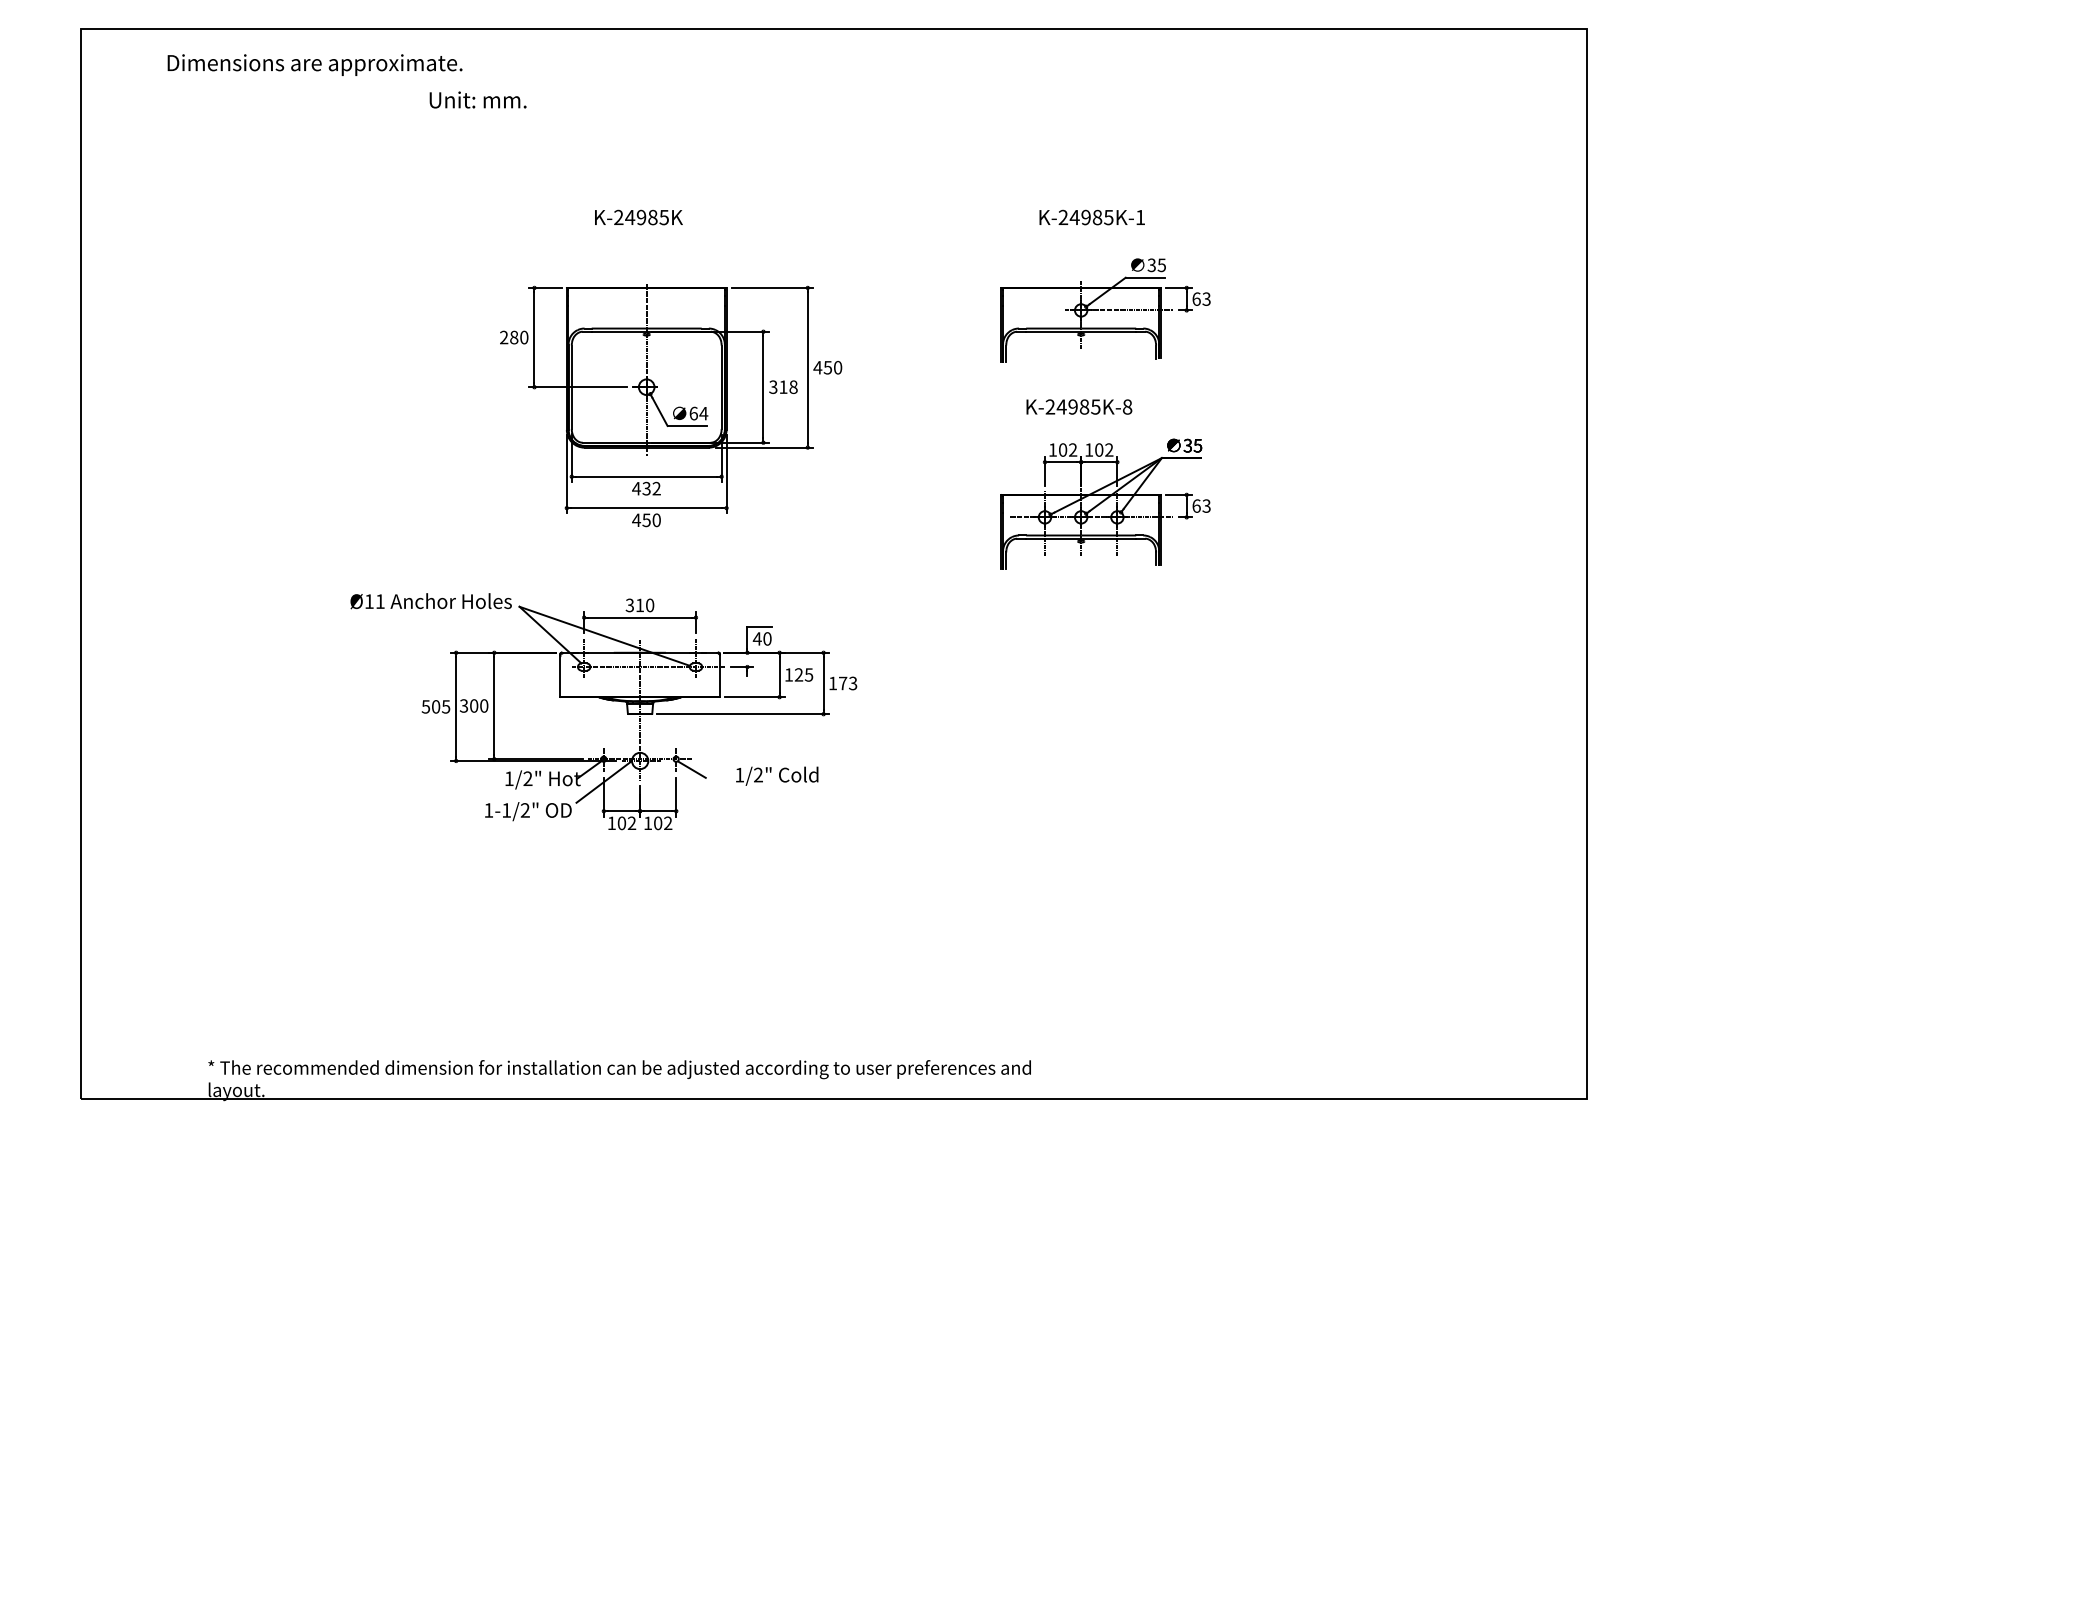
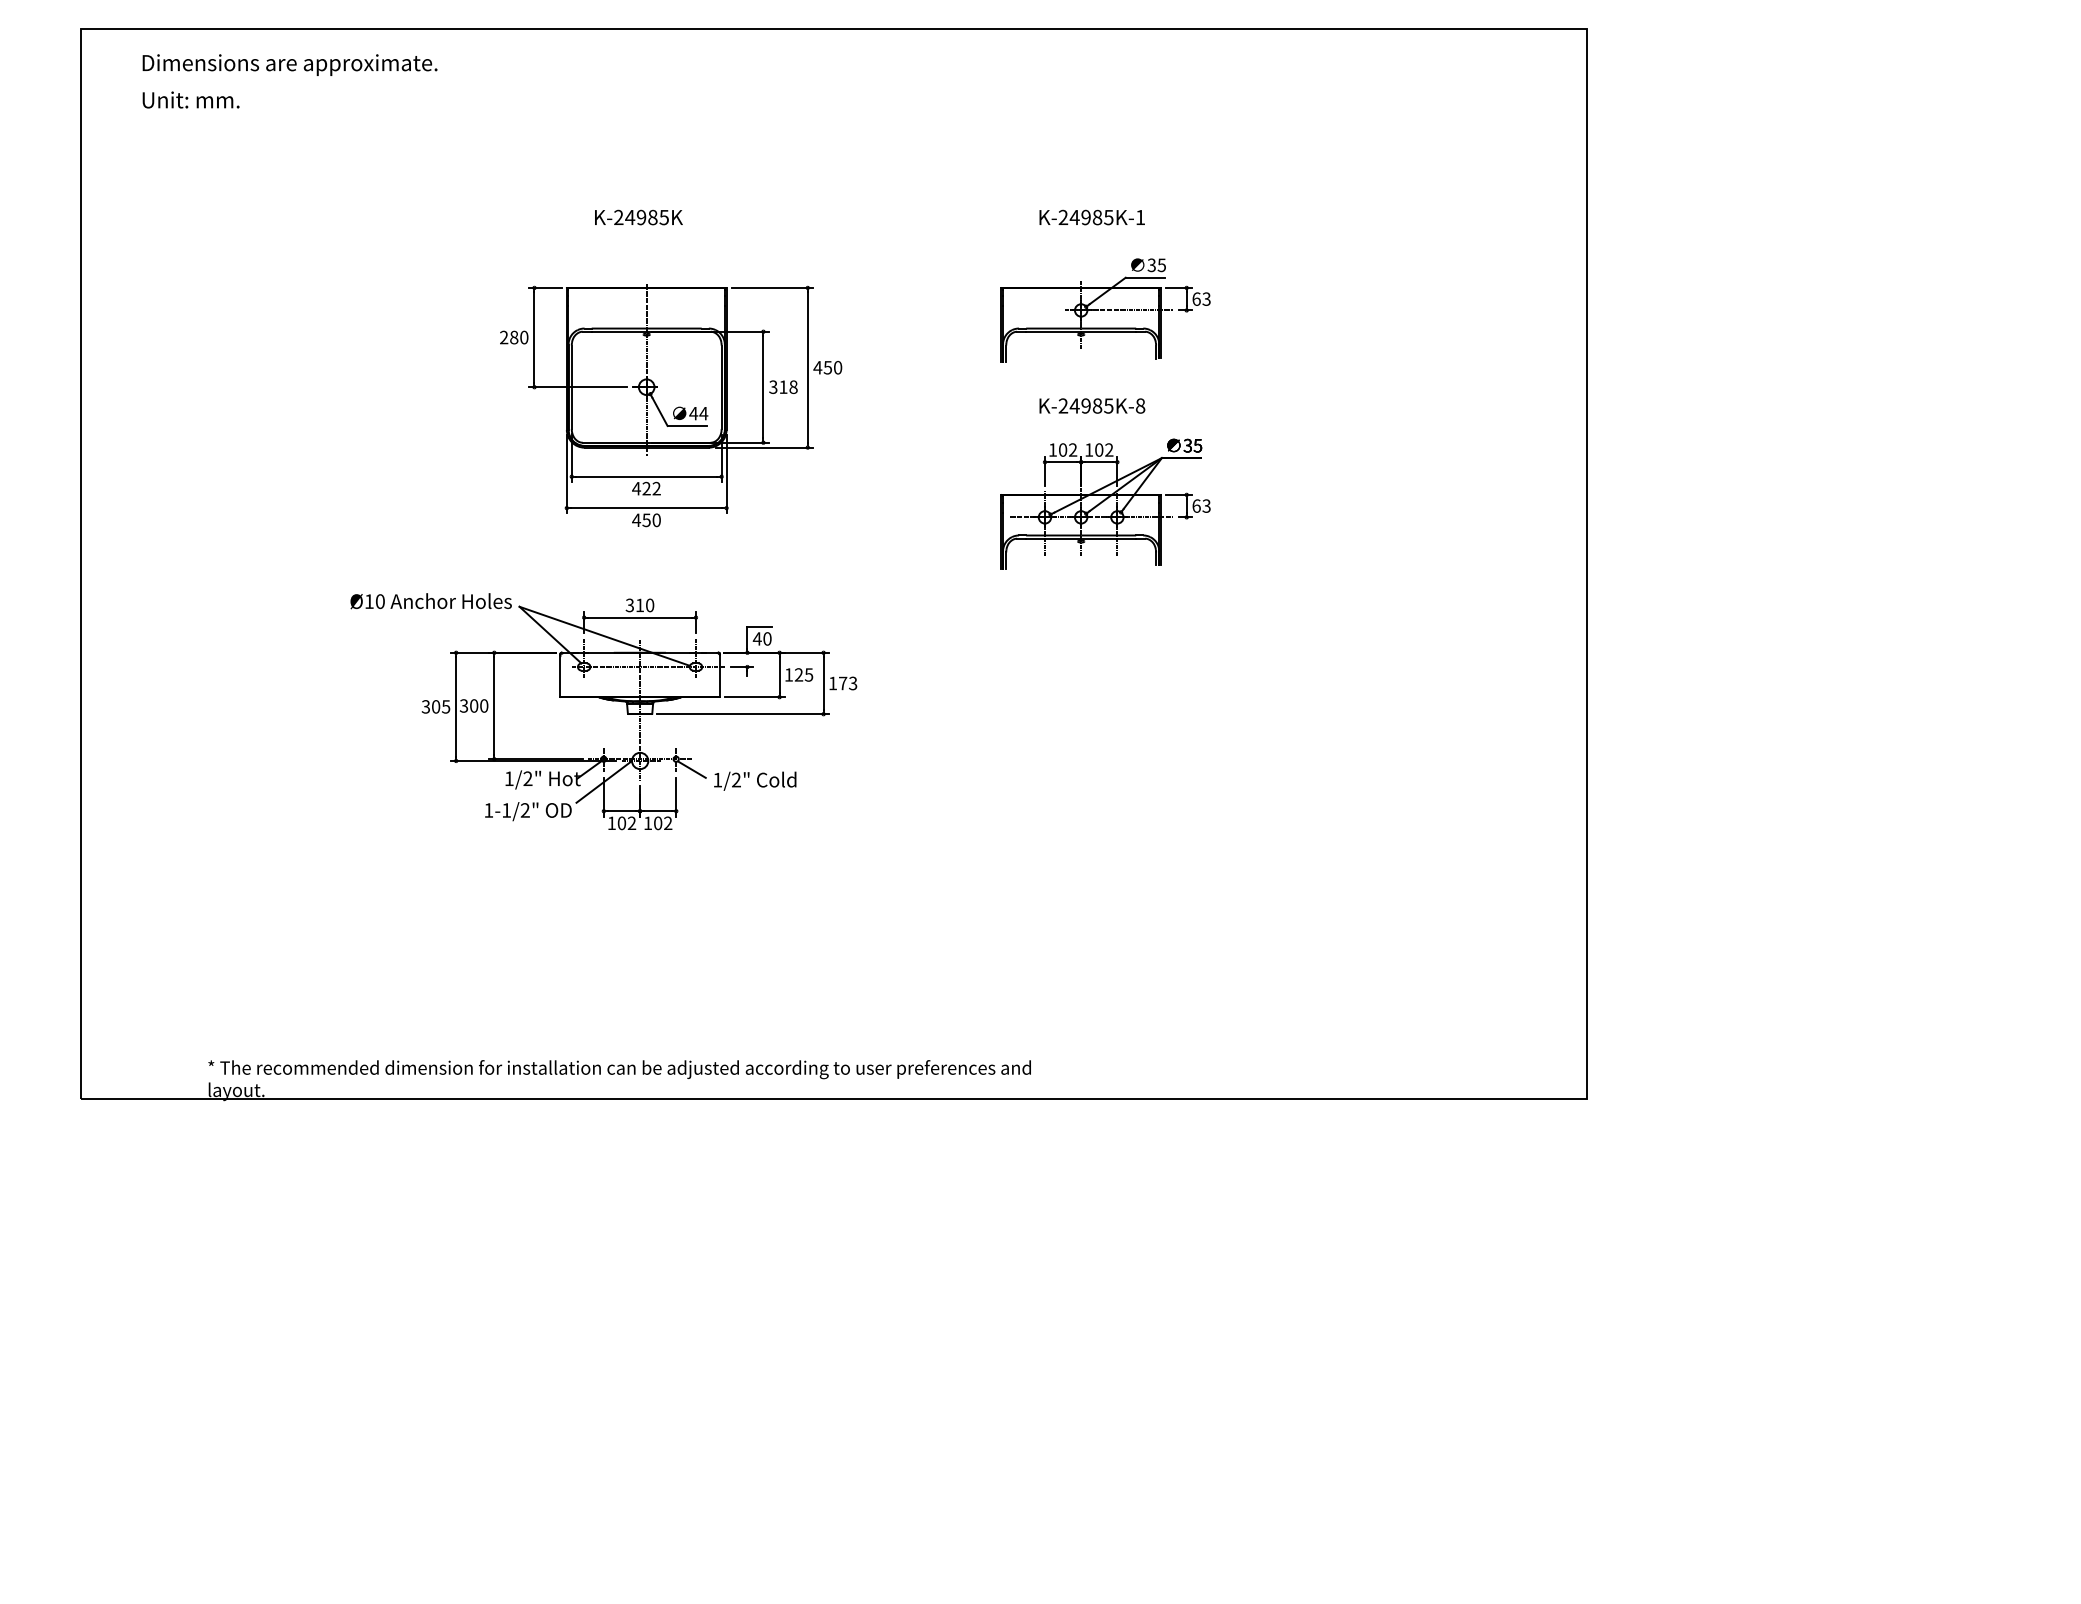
text at (314, 64) position: (314, 64) -> (289, 64)
text at (477, 99) position: (477, 99) -> (190, 99)
text at (1079, 406) position: (1079, 406) -> (1092, 405)
text at (693, 413): 64 -> 44
text at (646, 488): 432 -> 422
text at (380, 601): Ø11 -> Ø10
text at (425, 706): 505 -> 305
text at (777, 775) position: (777, 775) -> (755, 780)
